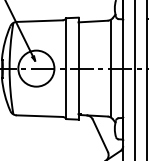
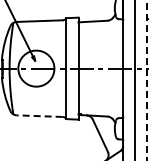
line at (110, 68): present -> none
line at (147, 80): solid -> dashed
line at (39, 116): solid -> dashed
